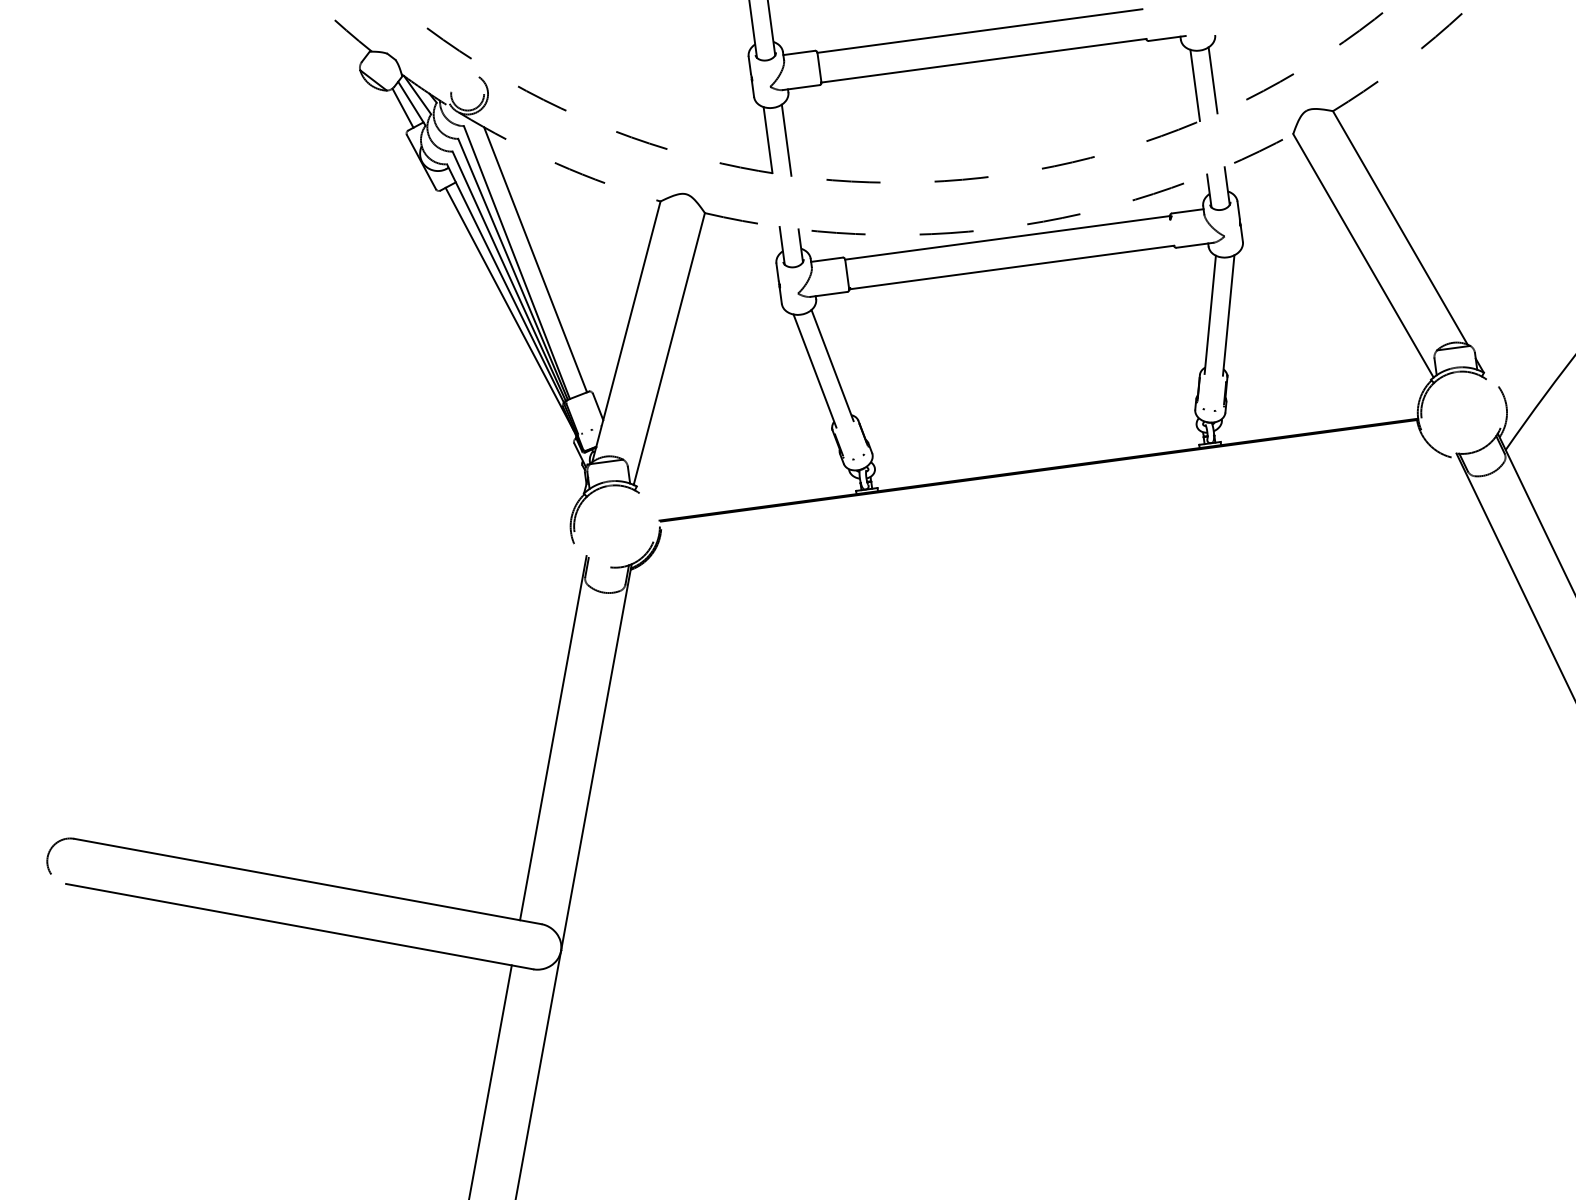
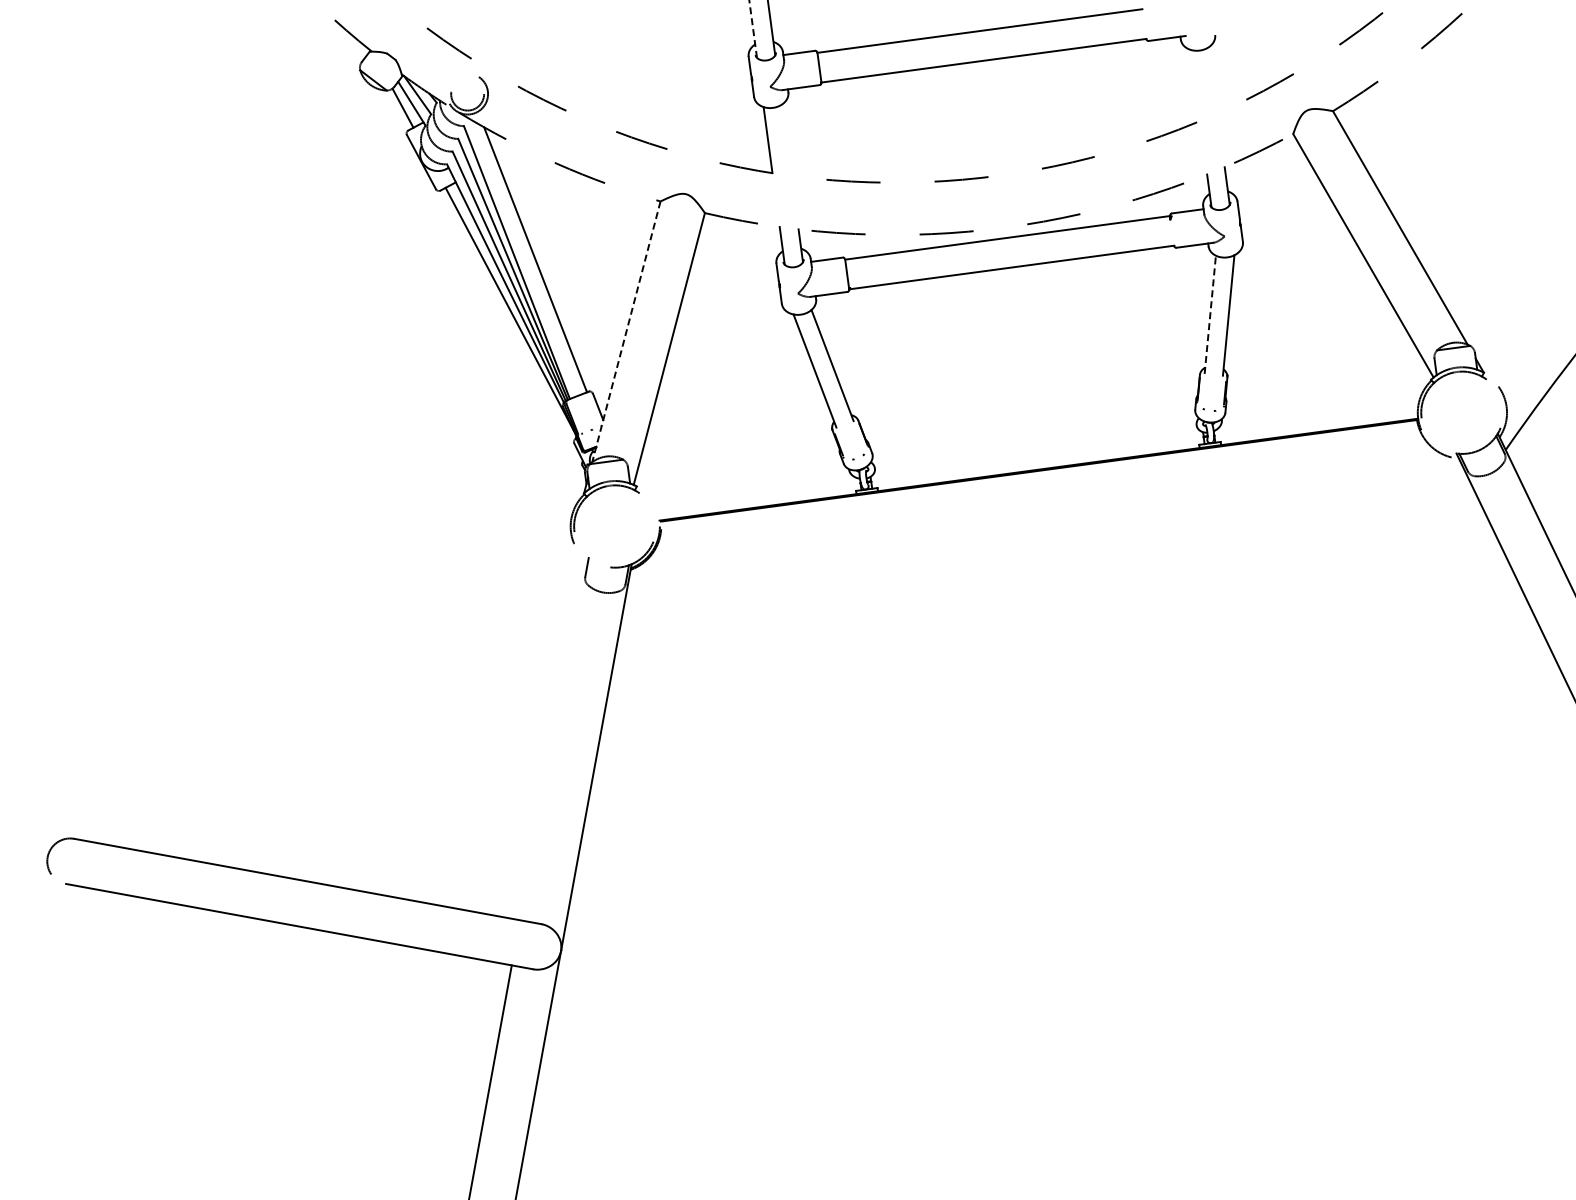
line at (753, 29): solid -> dashed
line at (1212, 80): present -> none
line at (1194, 84): present -> none
line at (786, 139): present -> none
line at (1210, 314): solid -> dashed
line at (626, 331): solid -> dashed
line at (553, 738): present -> none
